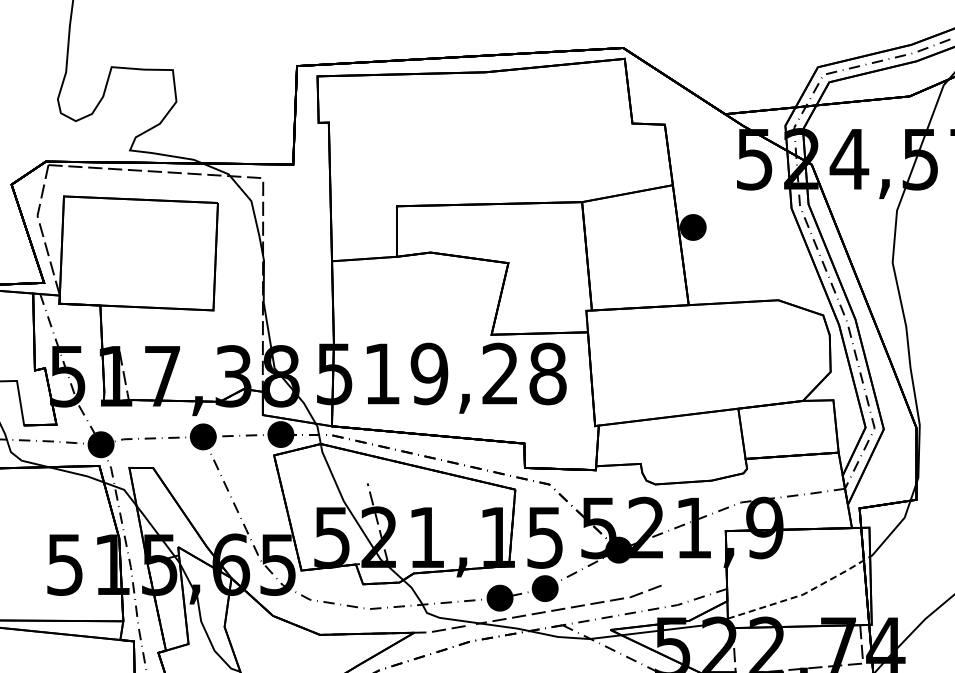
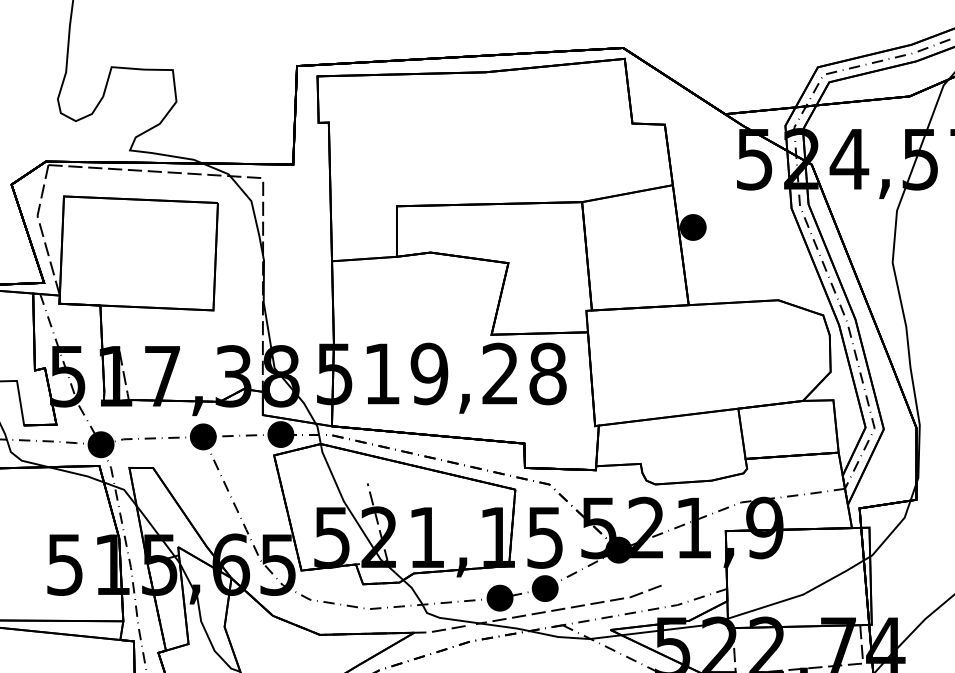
line at (803, 594): dashed -> solid
